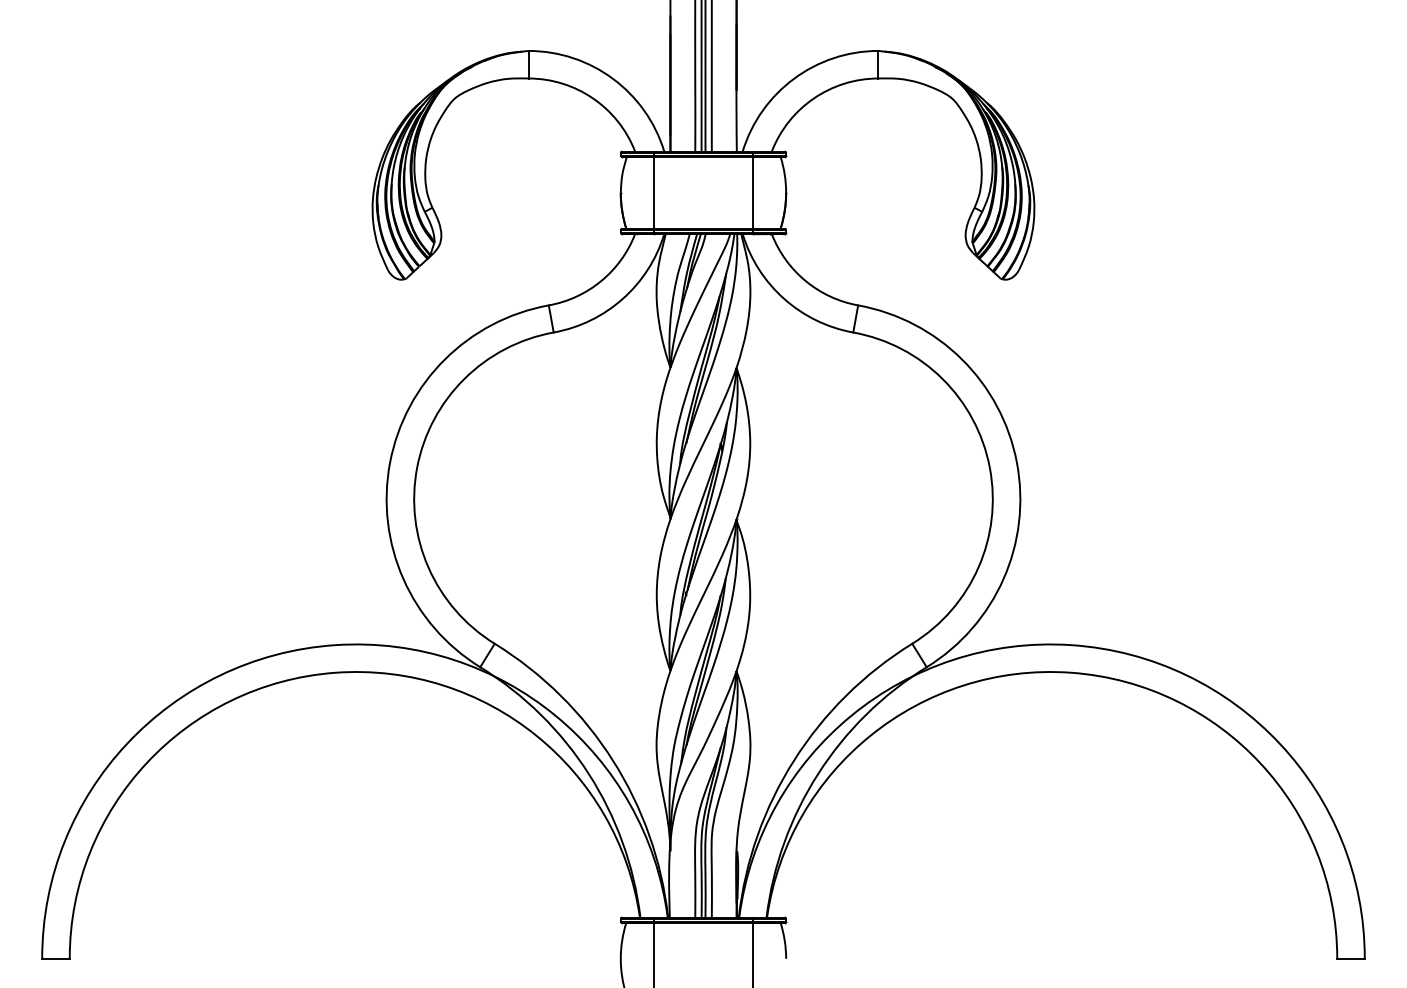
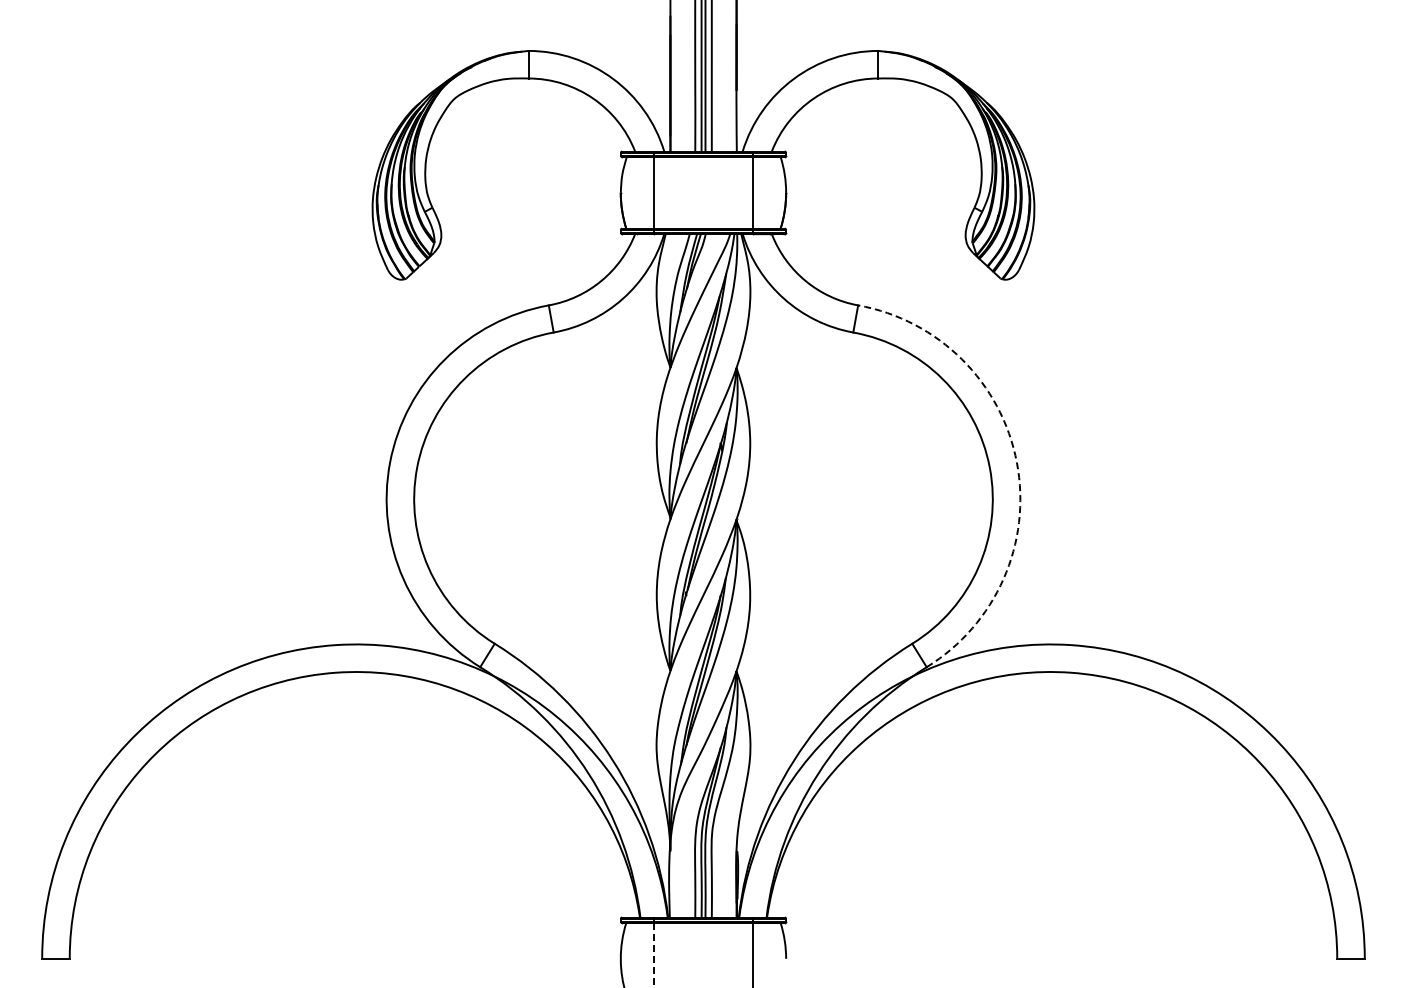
arc at (1016, 462): solid -> dashed
line at (653, 955): solid -> dashed
